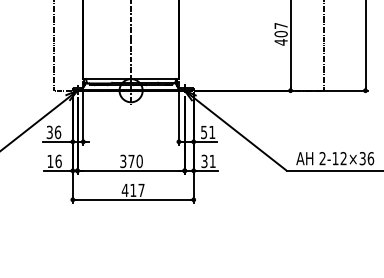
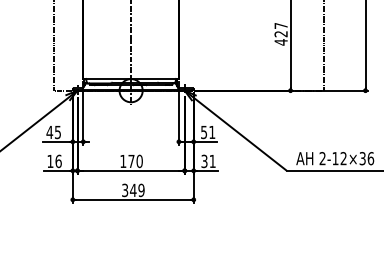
text at (280, 34): 407 -> 427
text at (53, 132): 36 -> 45
text at (123, 161): 370 -> 170
text at (132, 190): 417 -> 349
